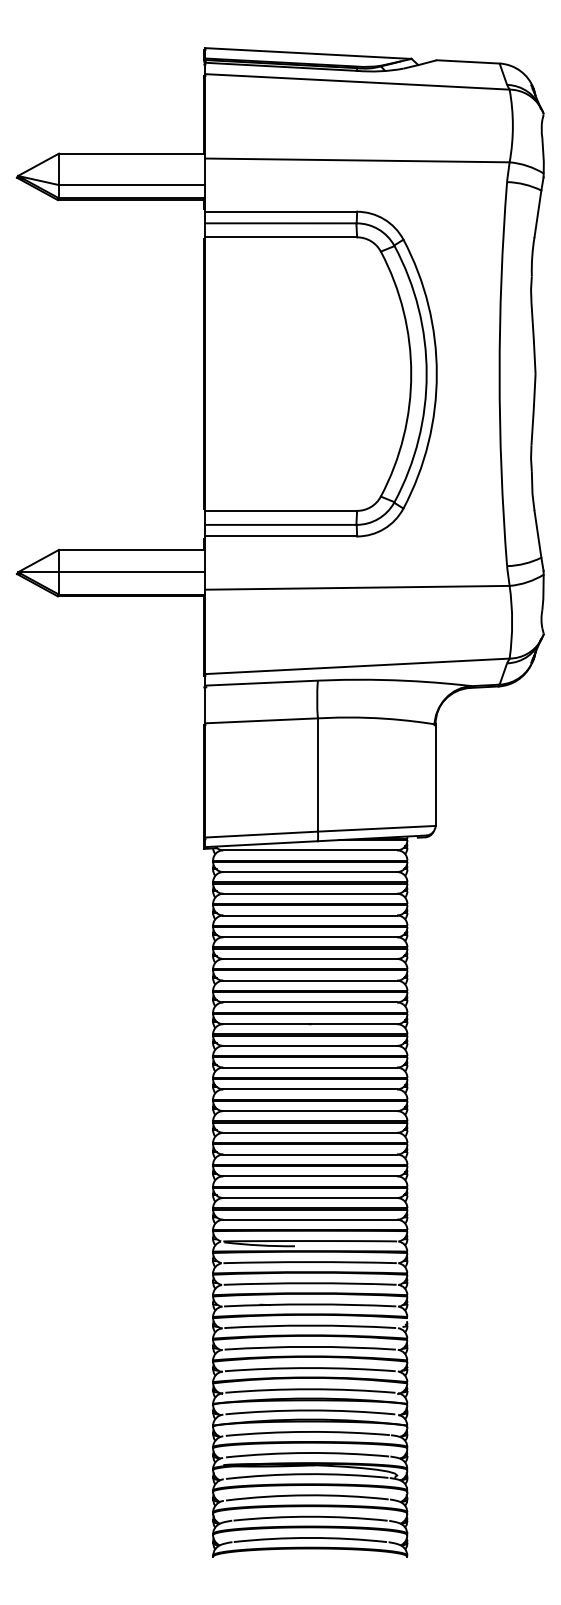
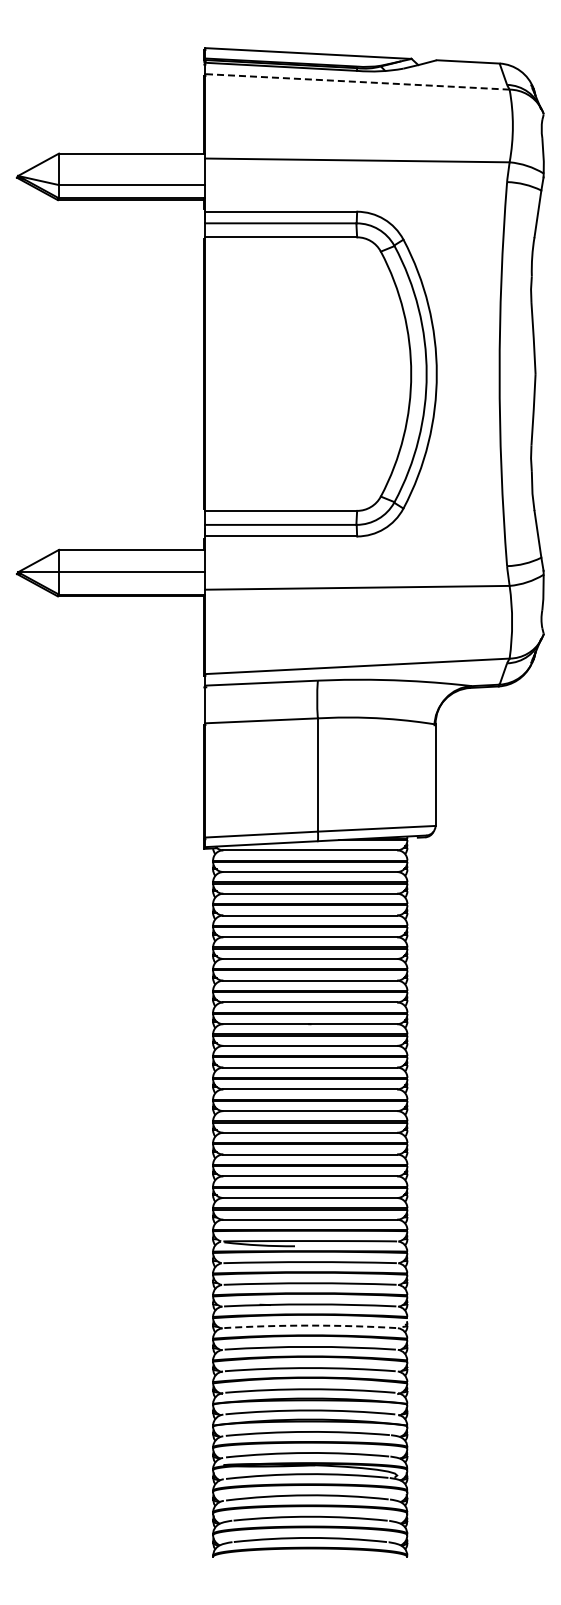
line at (357, 81): solid -> dashed
arc at (310, 1325): solid -> dashed
